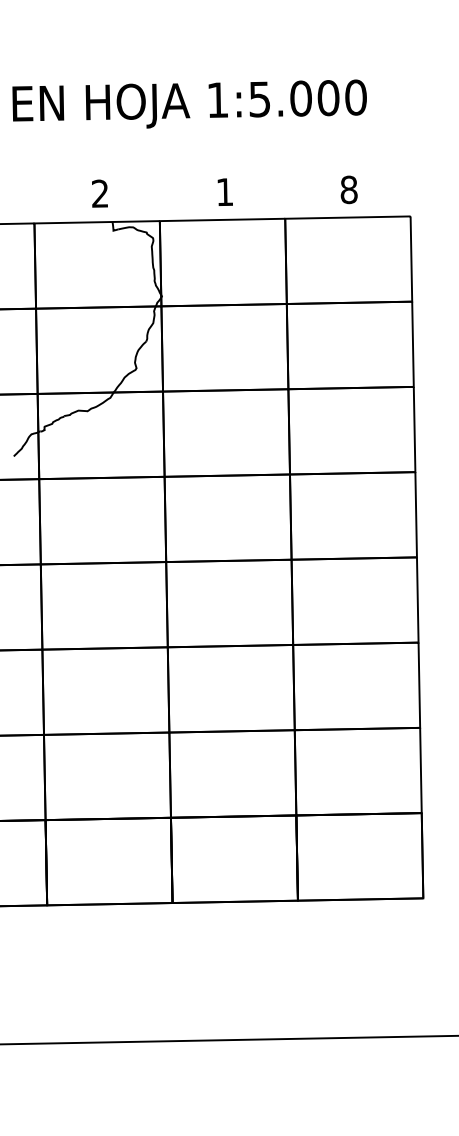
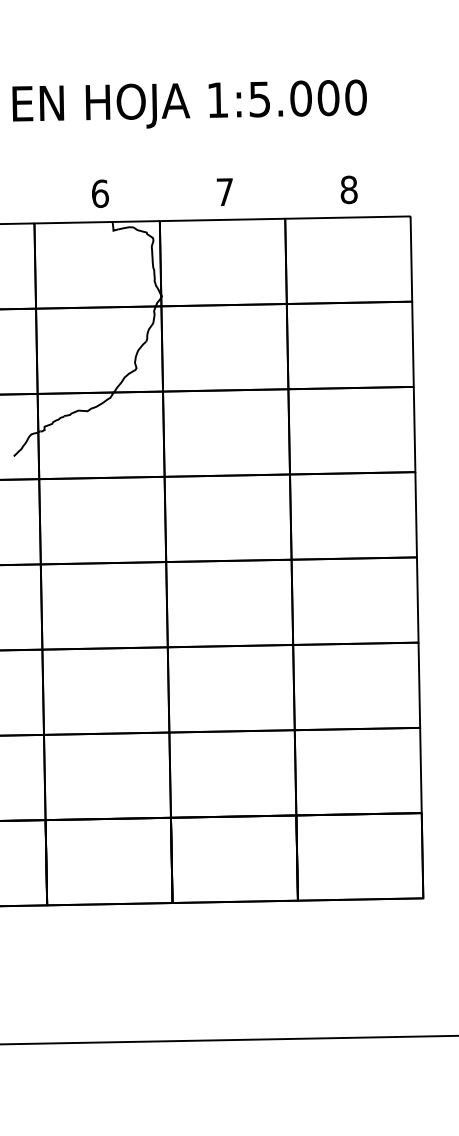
text at (224, 191): 1 -> 7
text at (100, 193): 2 -> 6
